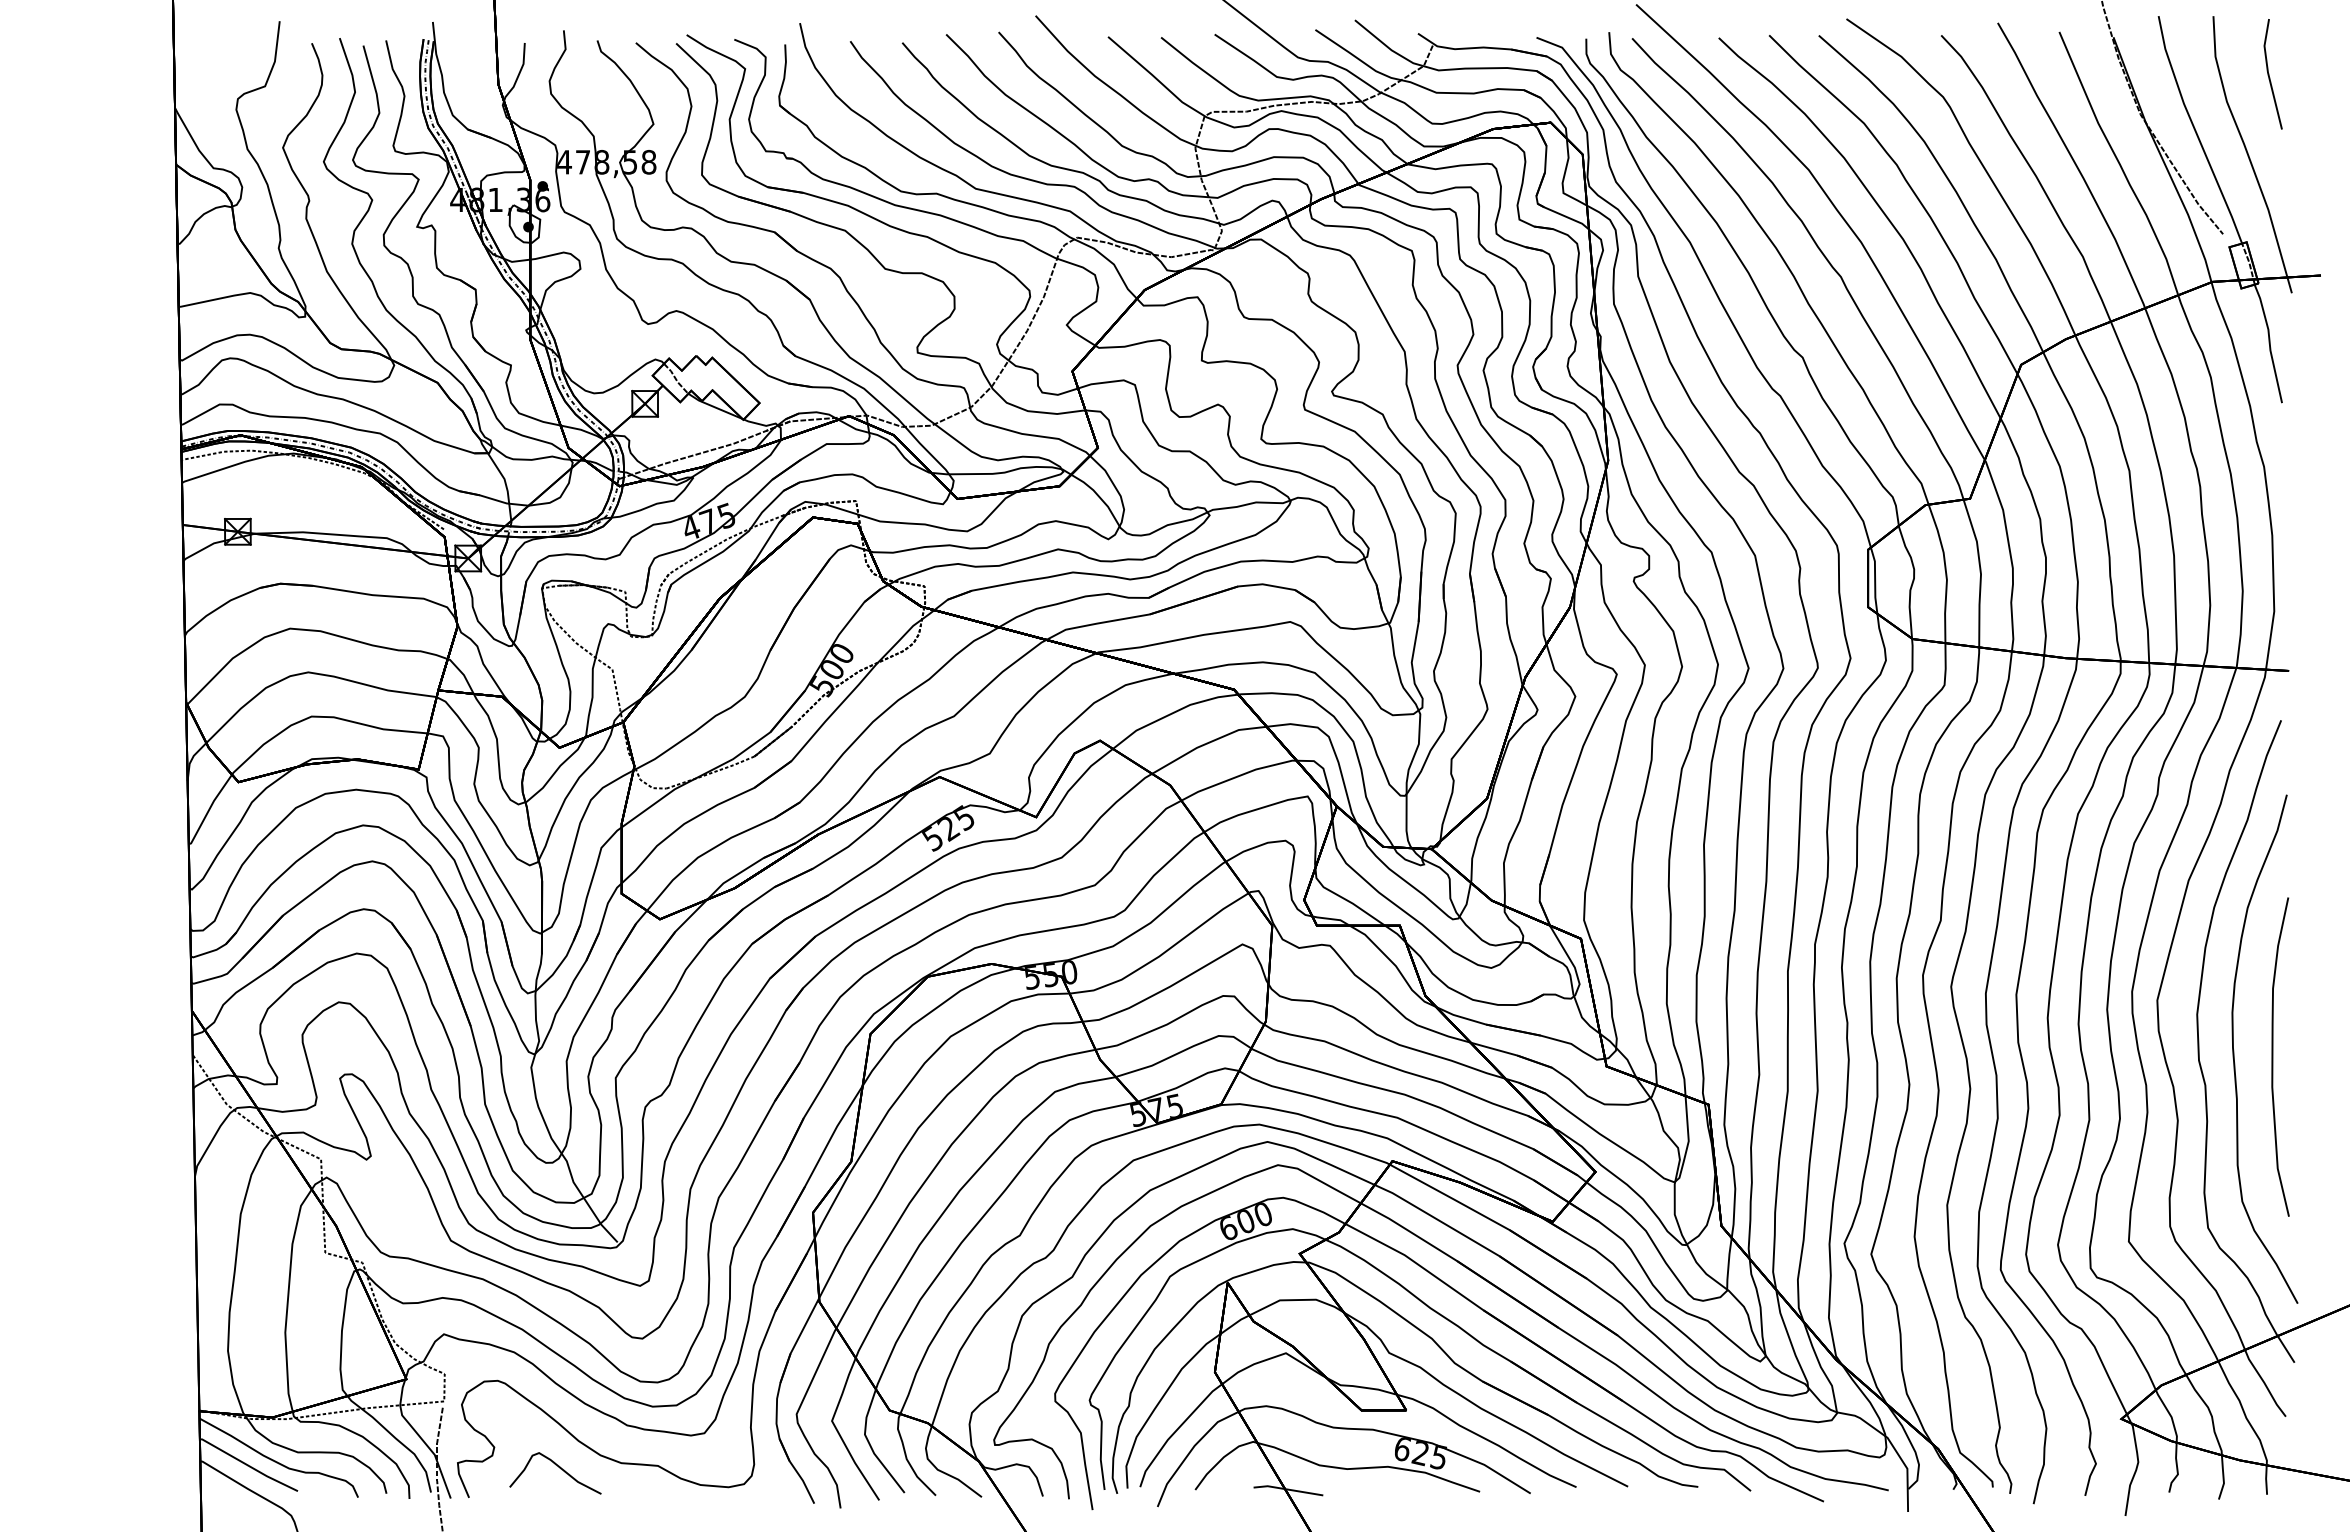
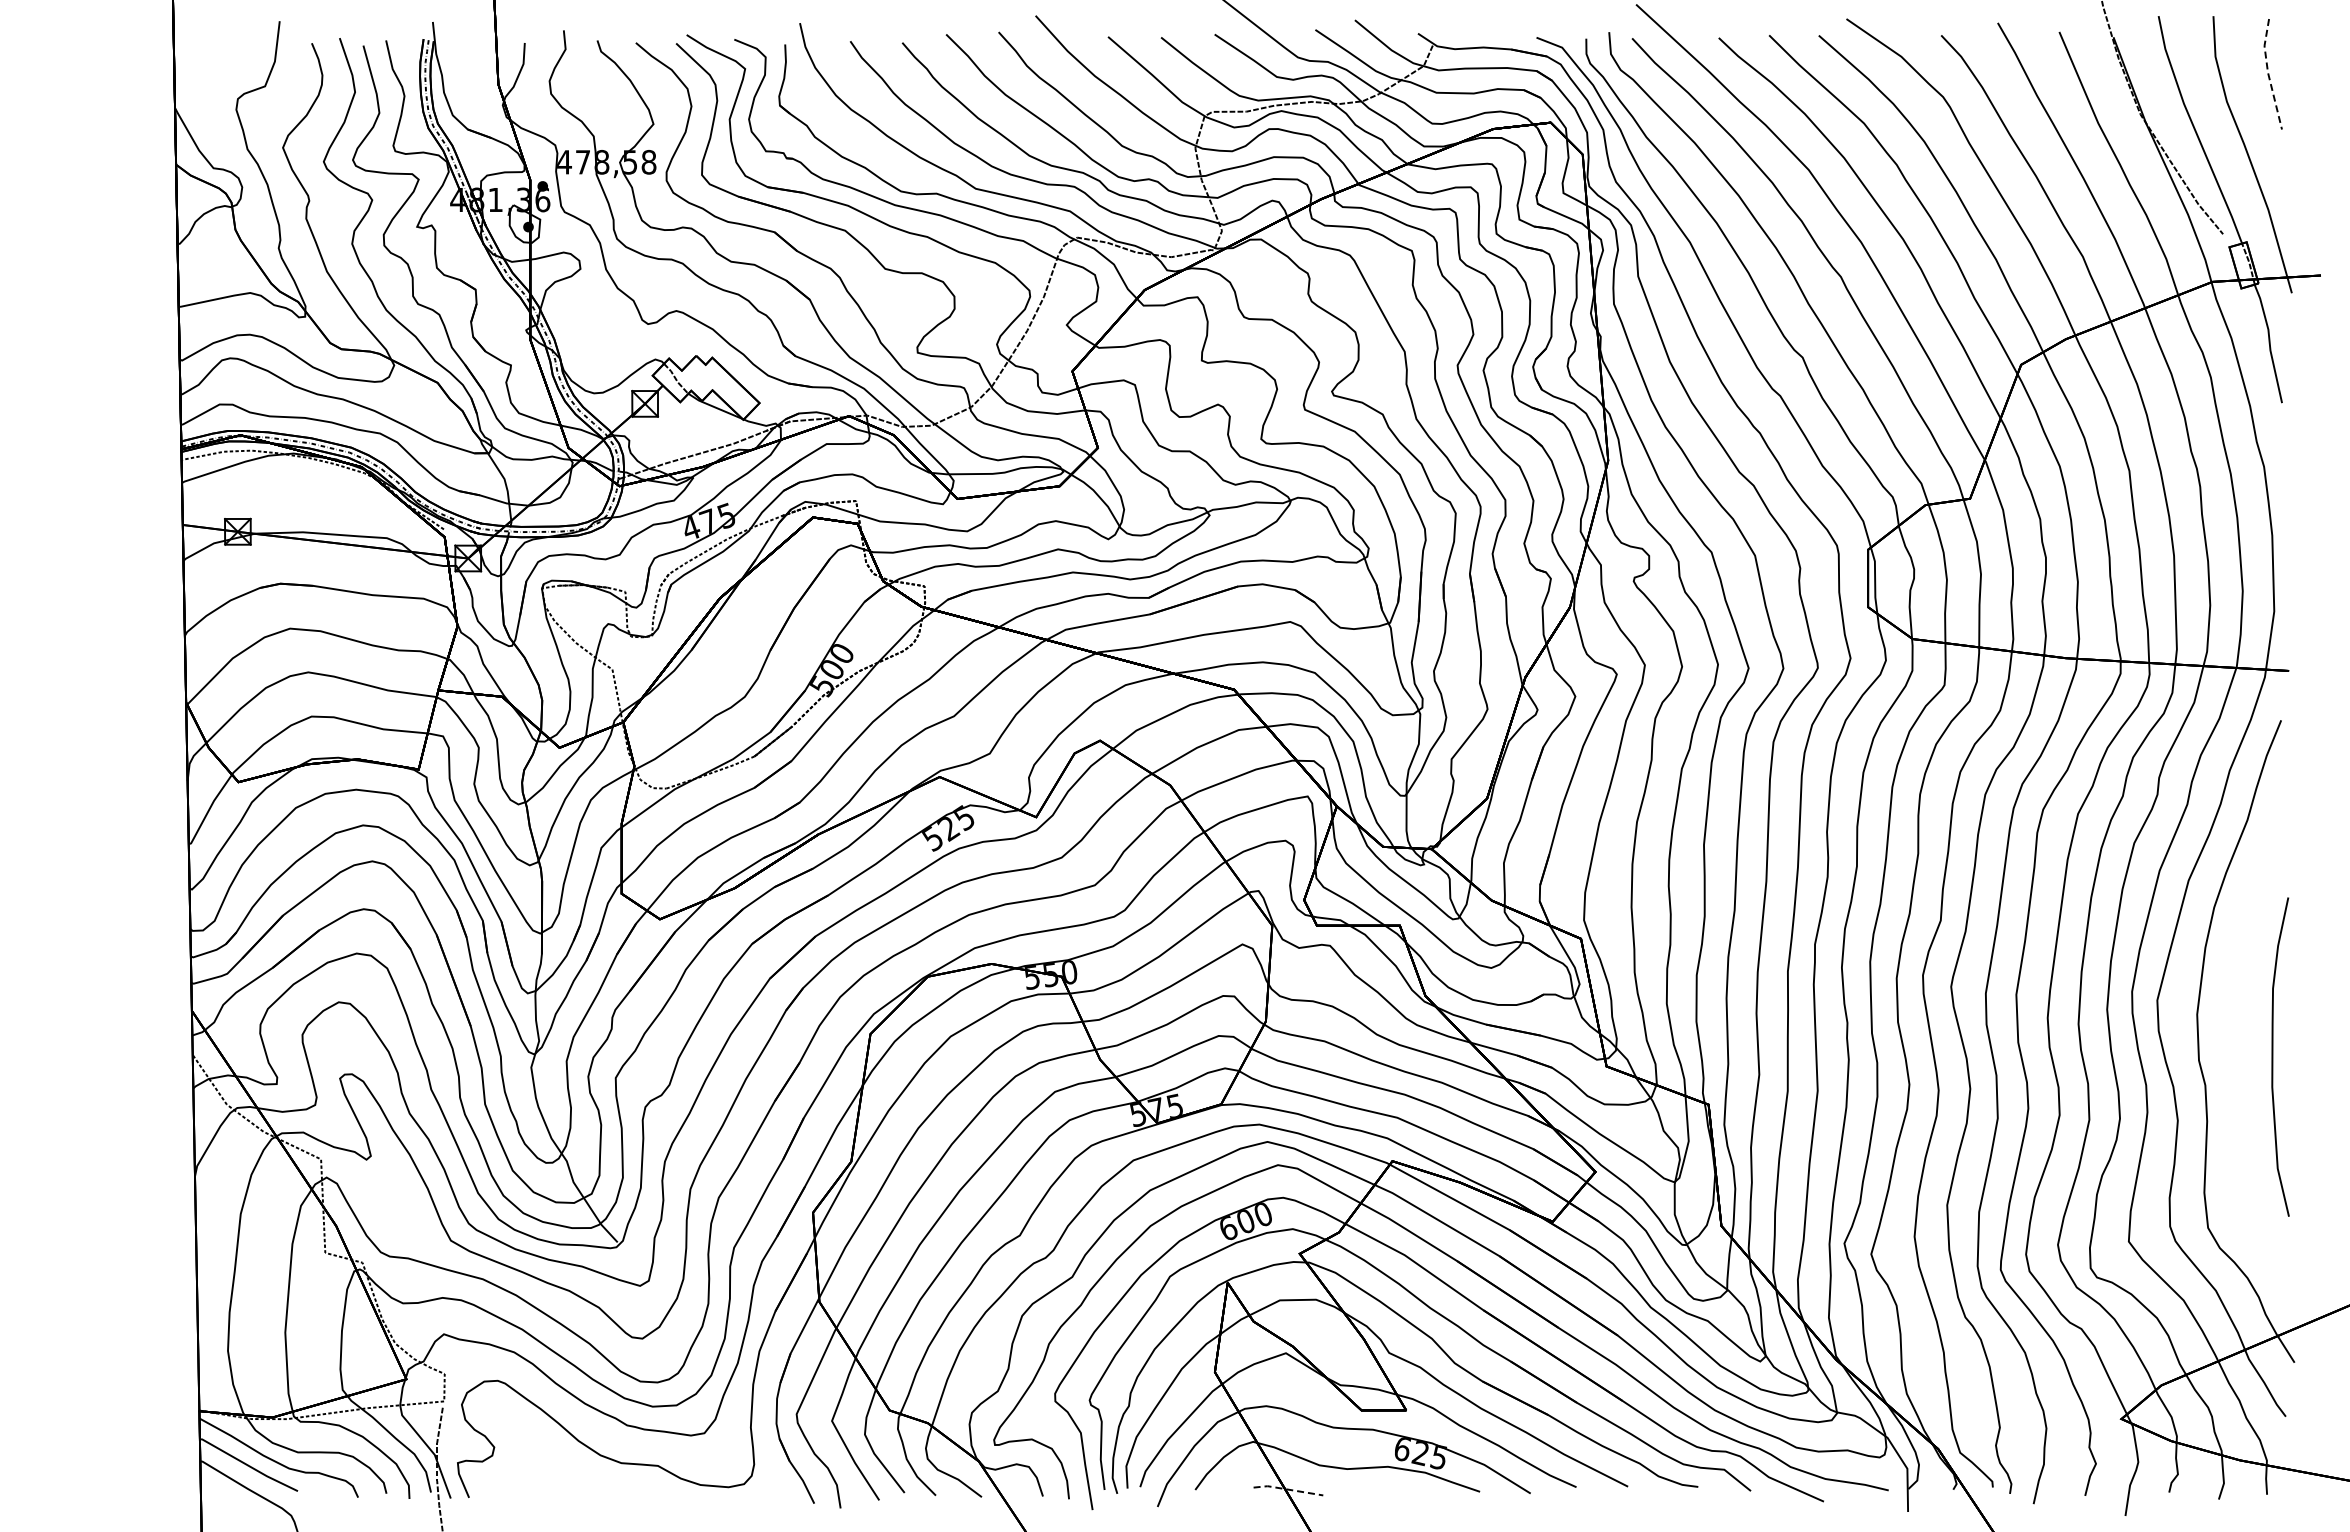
line at (2268, 73): solid -> dashed
curve at (2234, 1050): present -> none
curve at (559, 1468): present -> none
line at (1288, 1489): solid -> dashed
